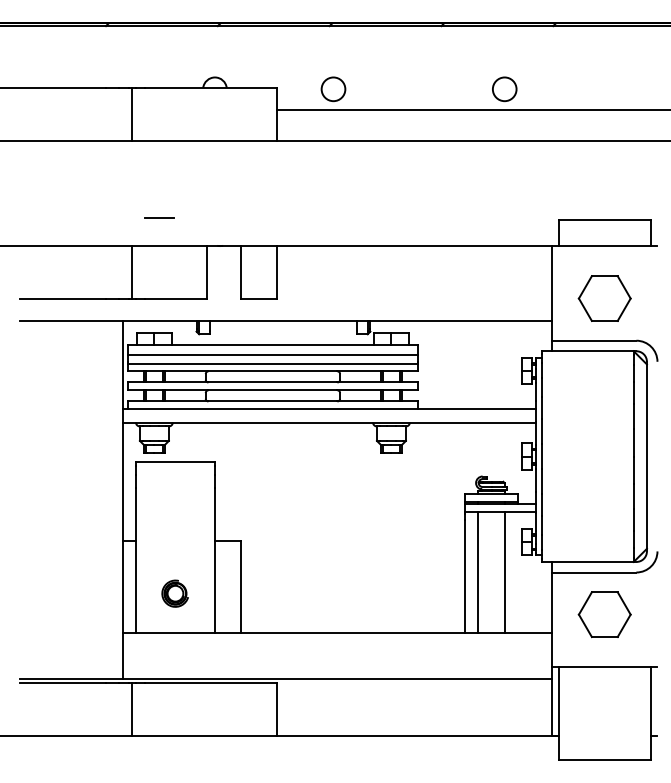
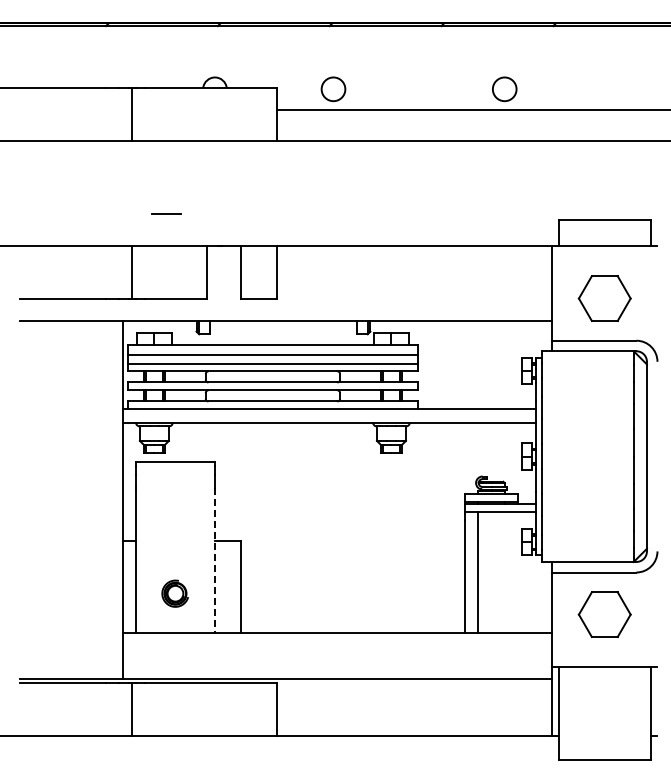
line at (159, 217) position: (159, 217) -> (166, 213)
line at (214, 561): solid -> dashed
line at (504, 572): present -> none
